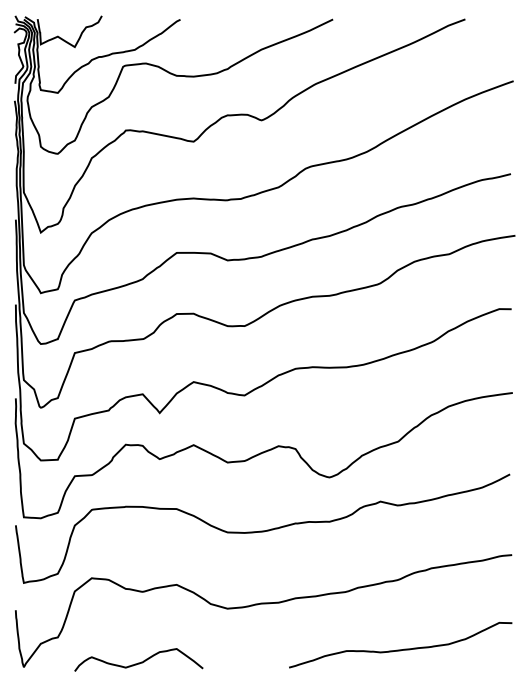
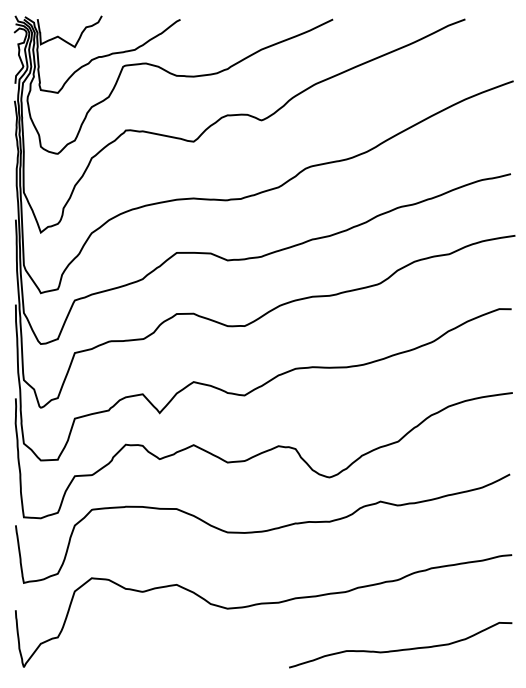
curve at (138, 662): present -> none
